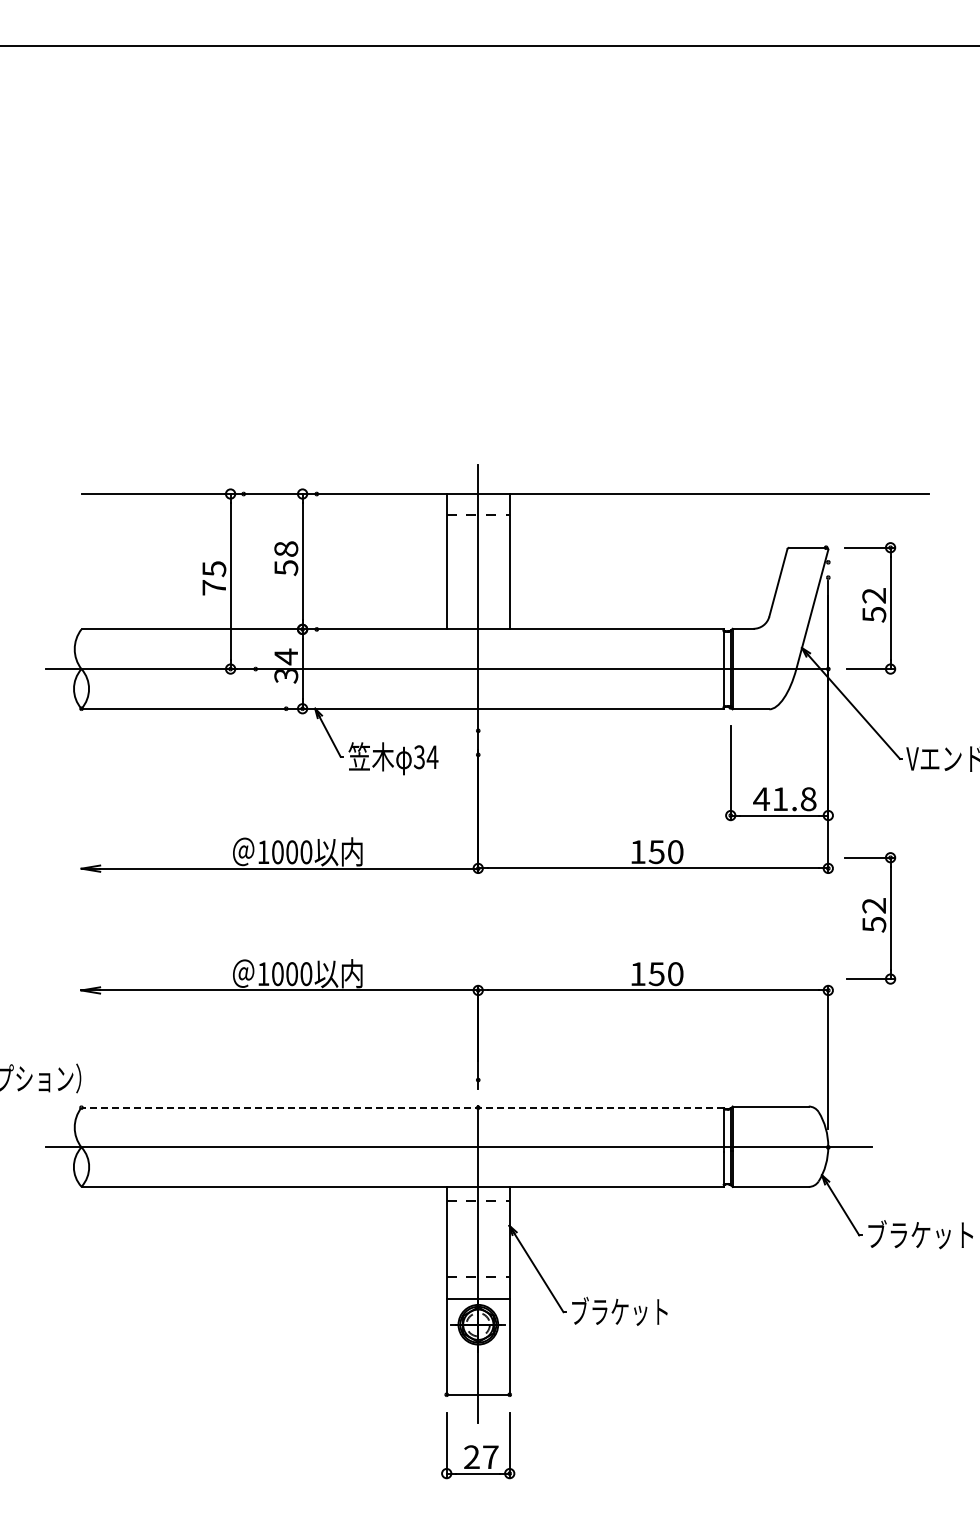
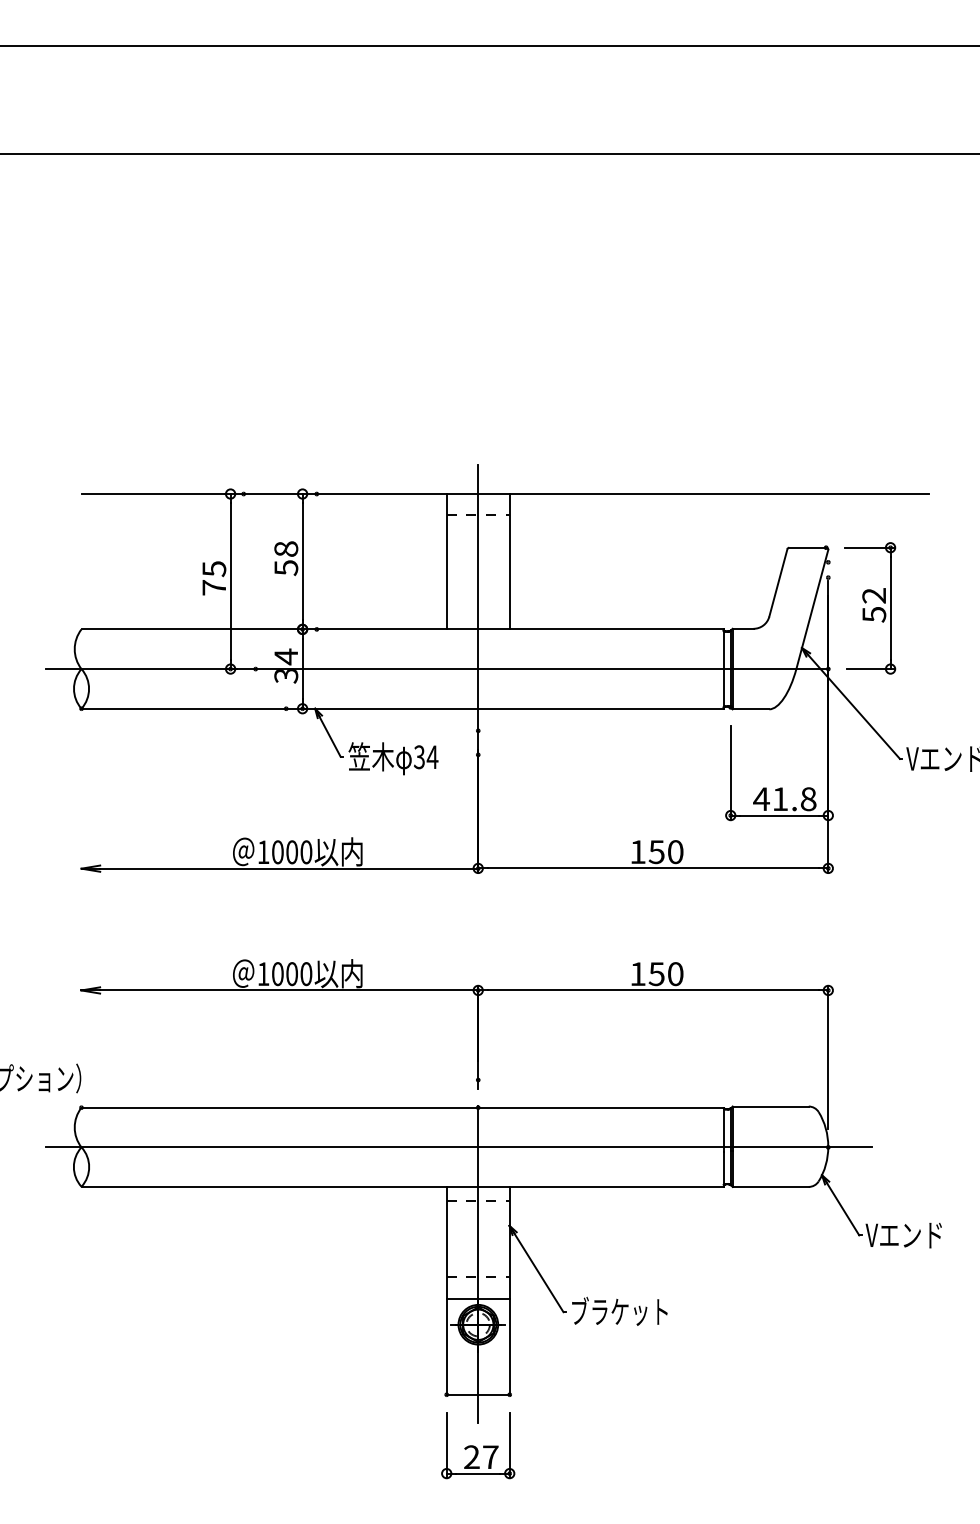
line at (489, 153): none -> present
part at (870, 918): present -> none
line at (402, 1107): dashed -> solid
text at (919, 1234): ブラケット -> Vエンド
